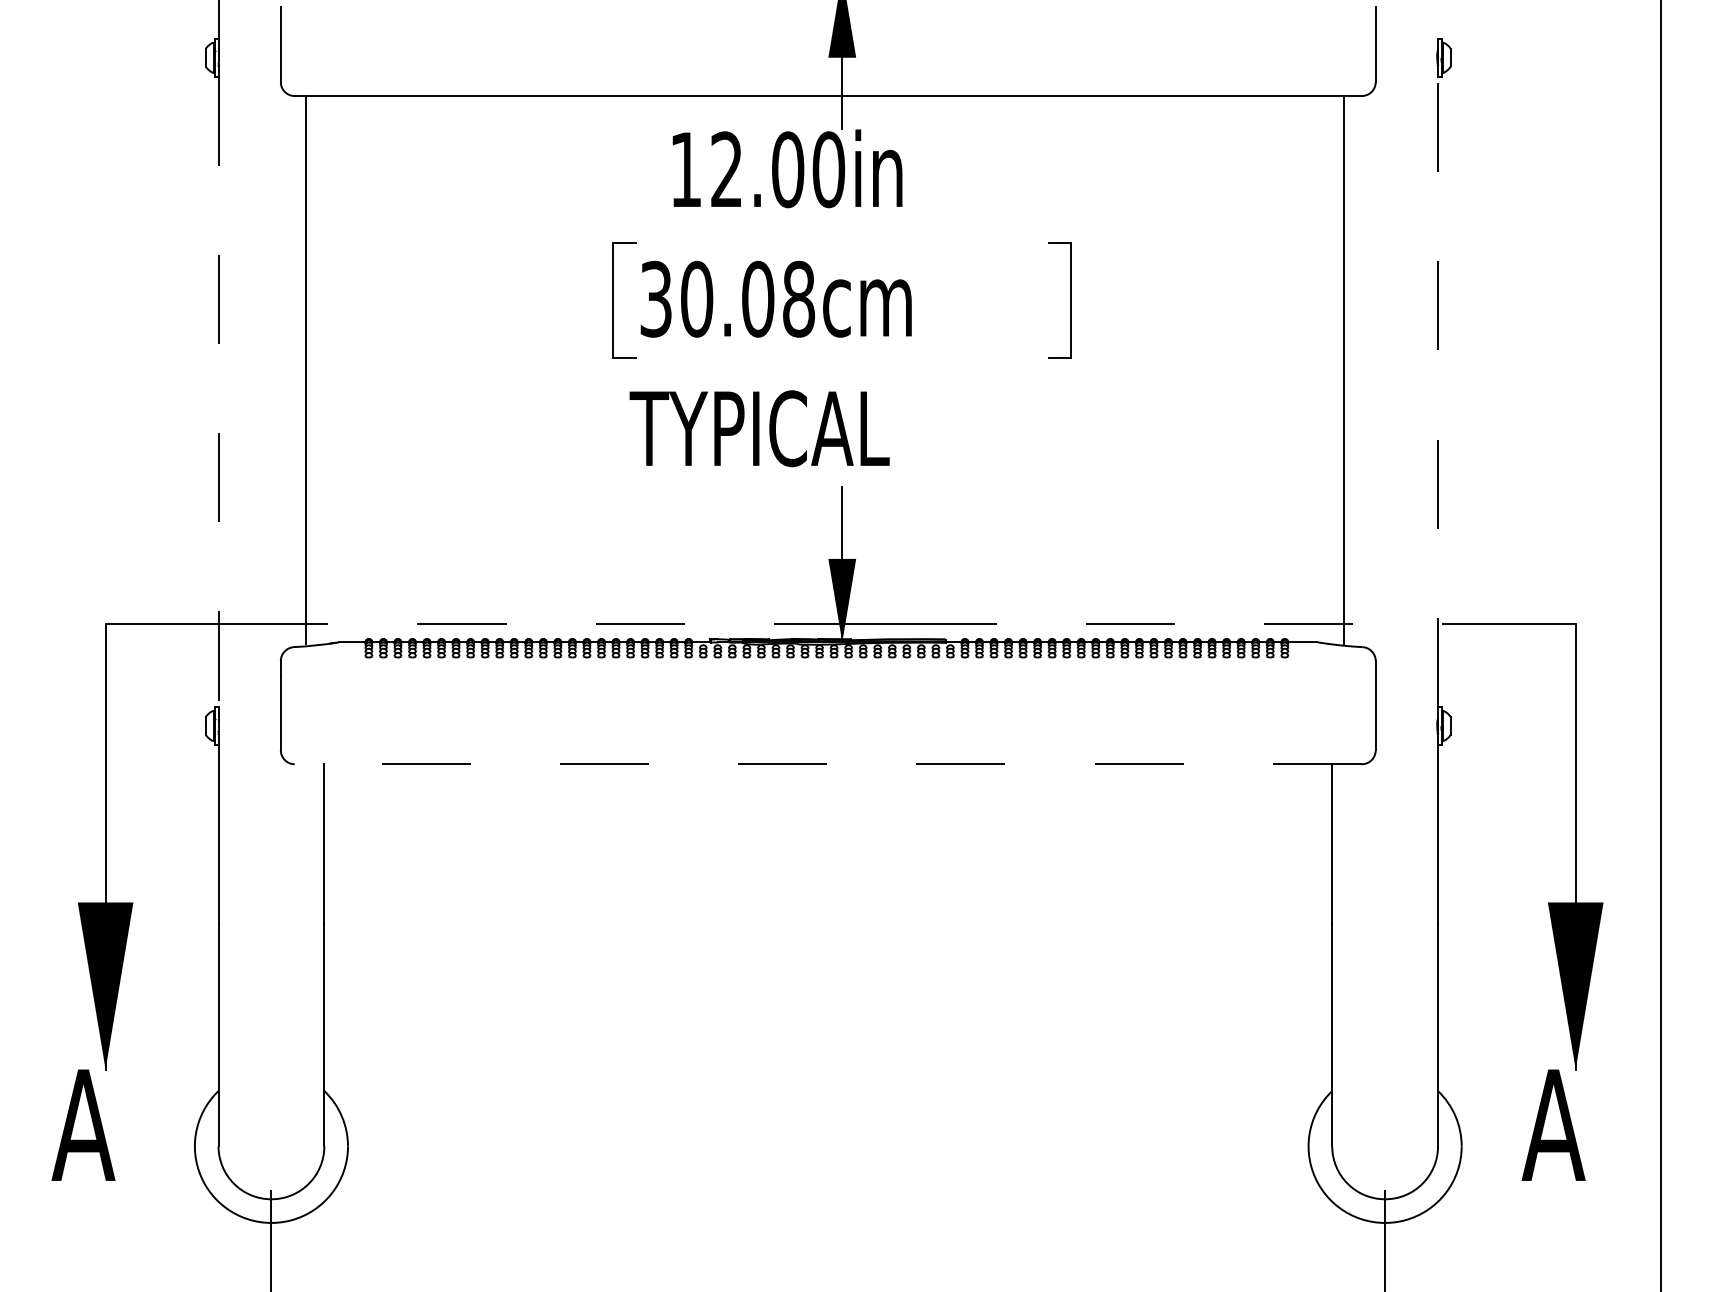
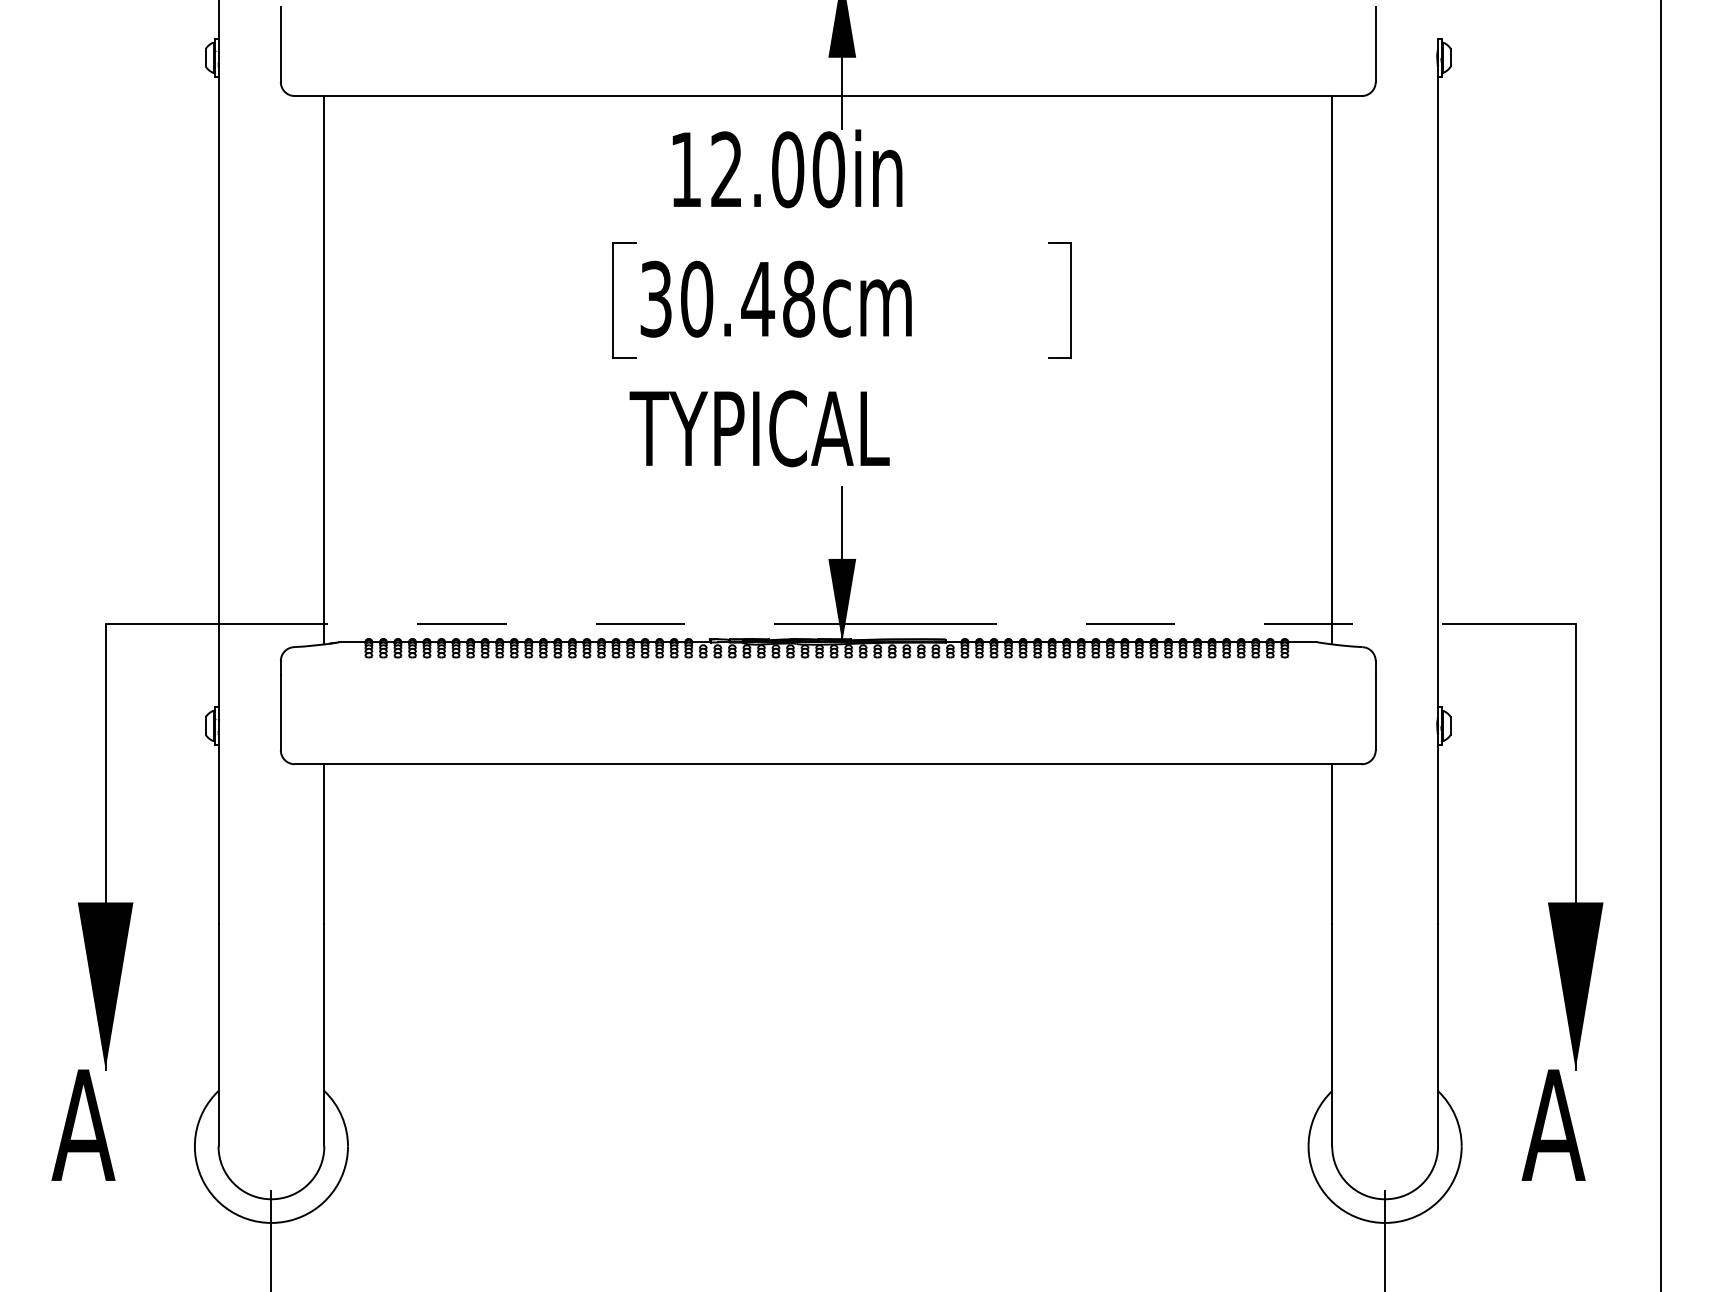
text at (757, 298): 30.08cm -> 30.48cm
line at (306, 370) position: (306, 370) -> (324, 370)
line at (1344, 370) position: (1344, 370) -> (1332, 370)
line at (218, 391): dashed -> solid
line at (1438, 391): dashed -> solid
line at (828, 764): dashed -> solid
